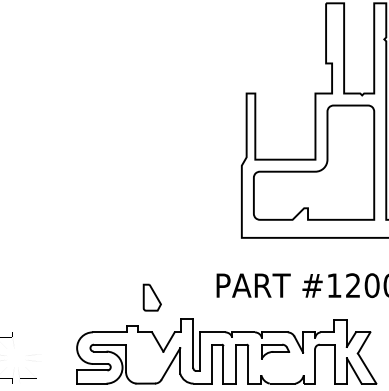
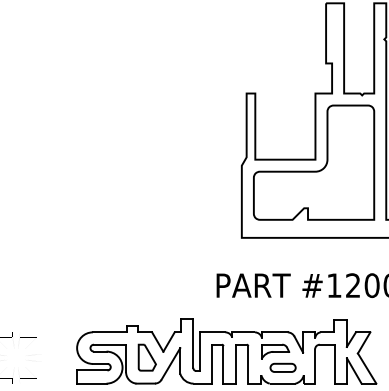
part at (151, 297) position: (151, 297) -> (146, 357)
line at (28, 337): none -> present
part at (282, 367): none -> present
